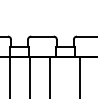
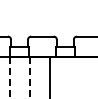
line at (80, 75): present -> none
line at (10, 77): solid -> dashed
line at (30, 77): solid -> dashed
